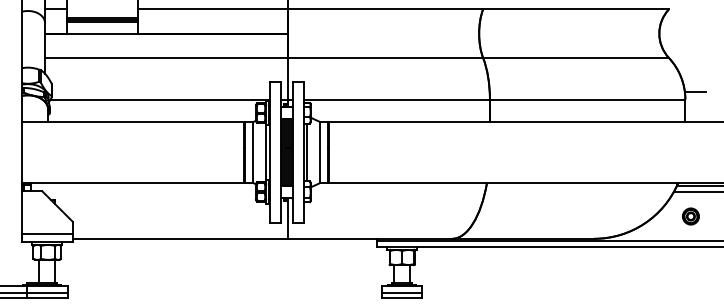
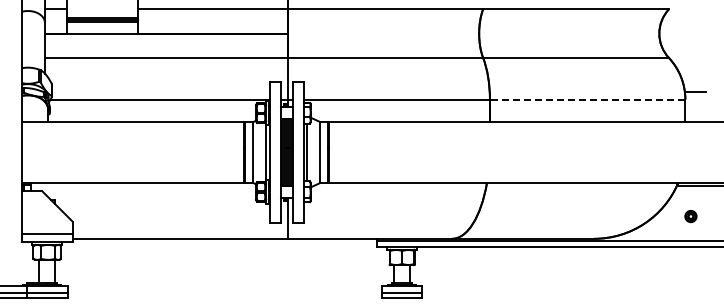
line at (587, 99): solid -> dashed
line at (696, 192): present -> none
part at (690, 216) size: 18x19 px -> 14x14 px
